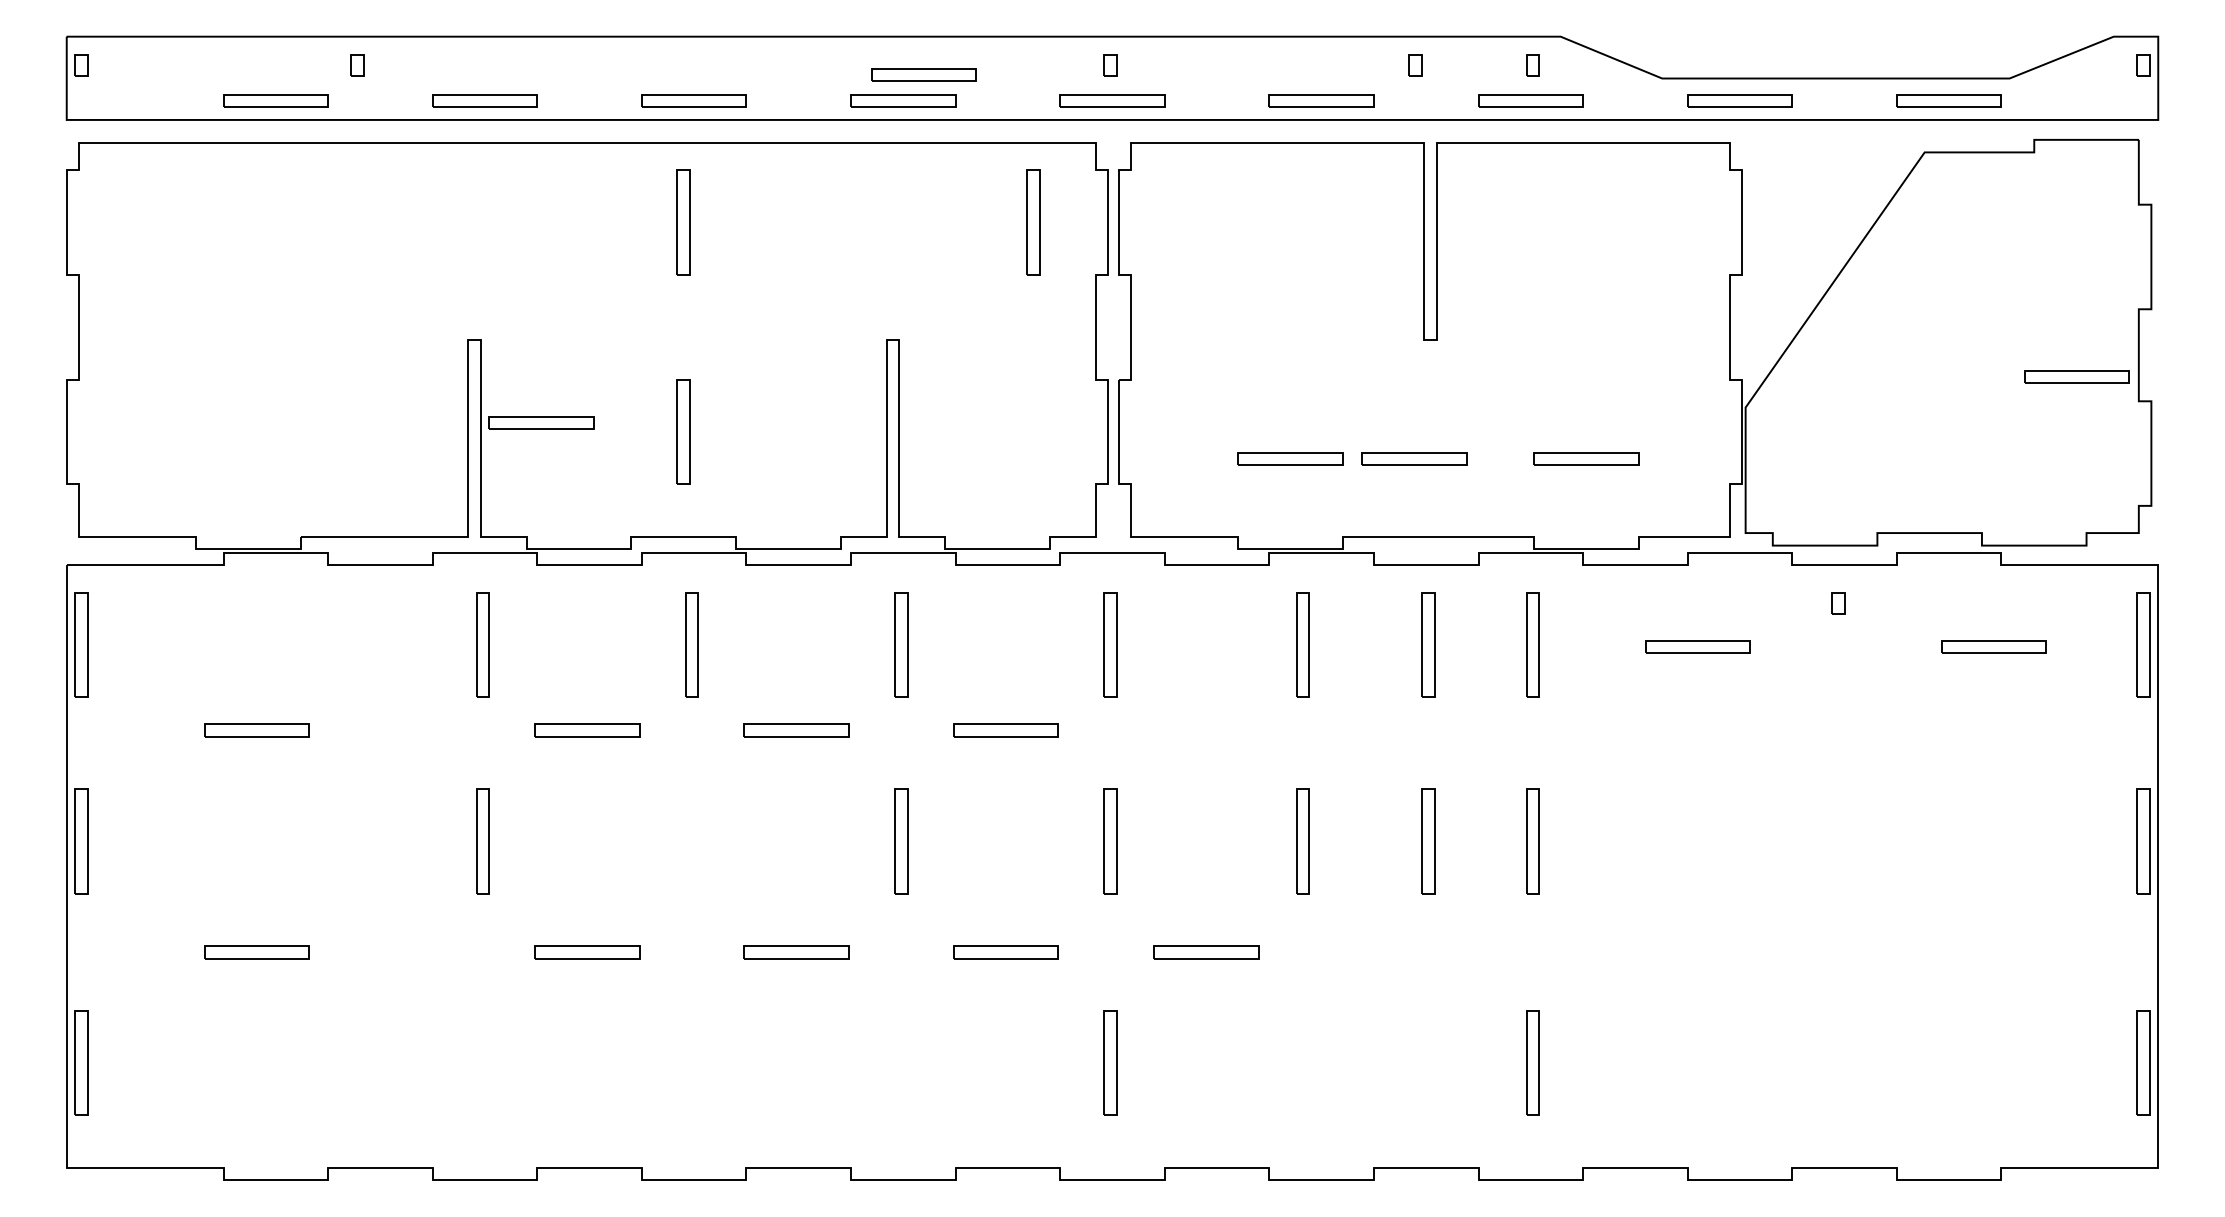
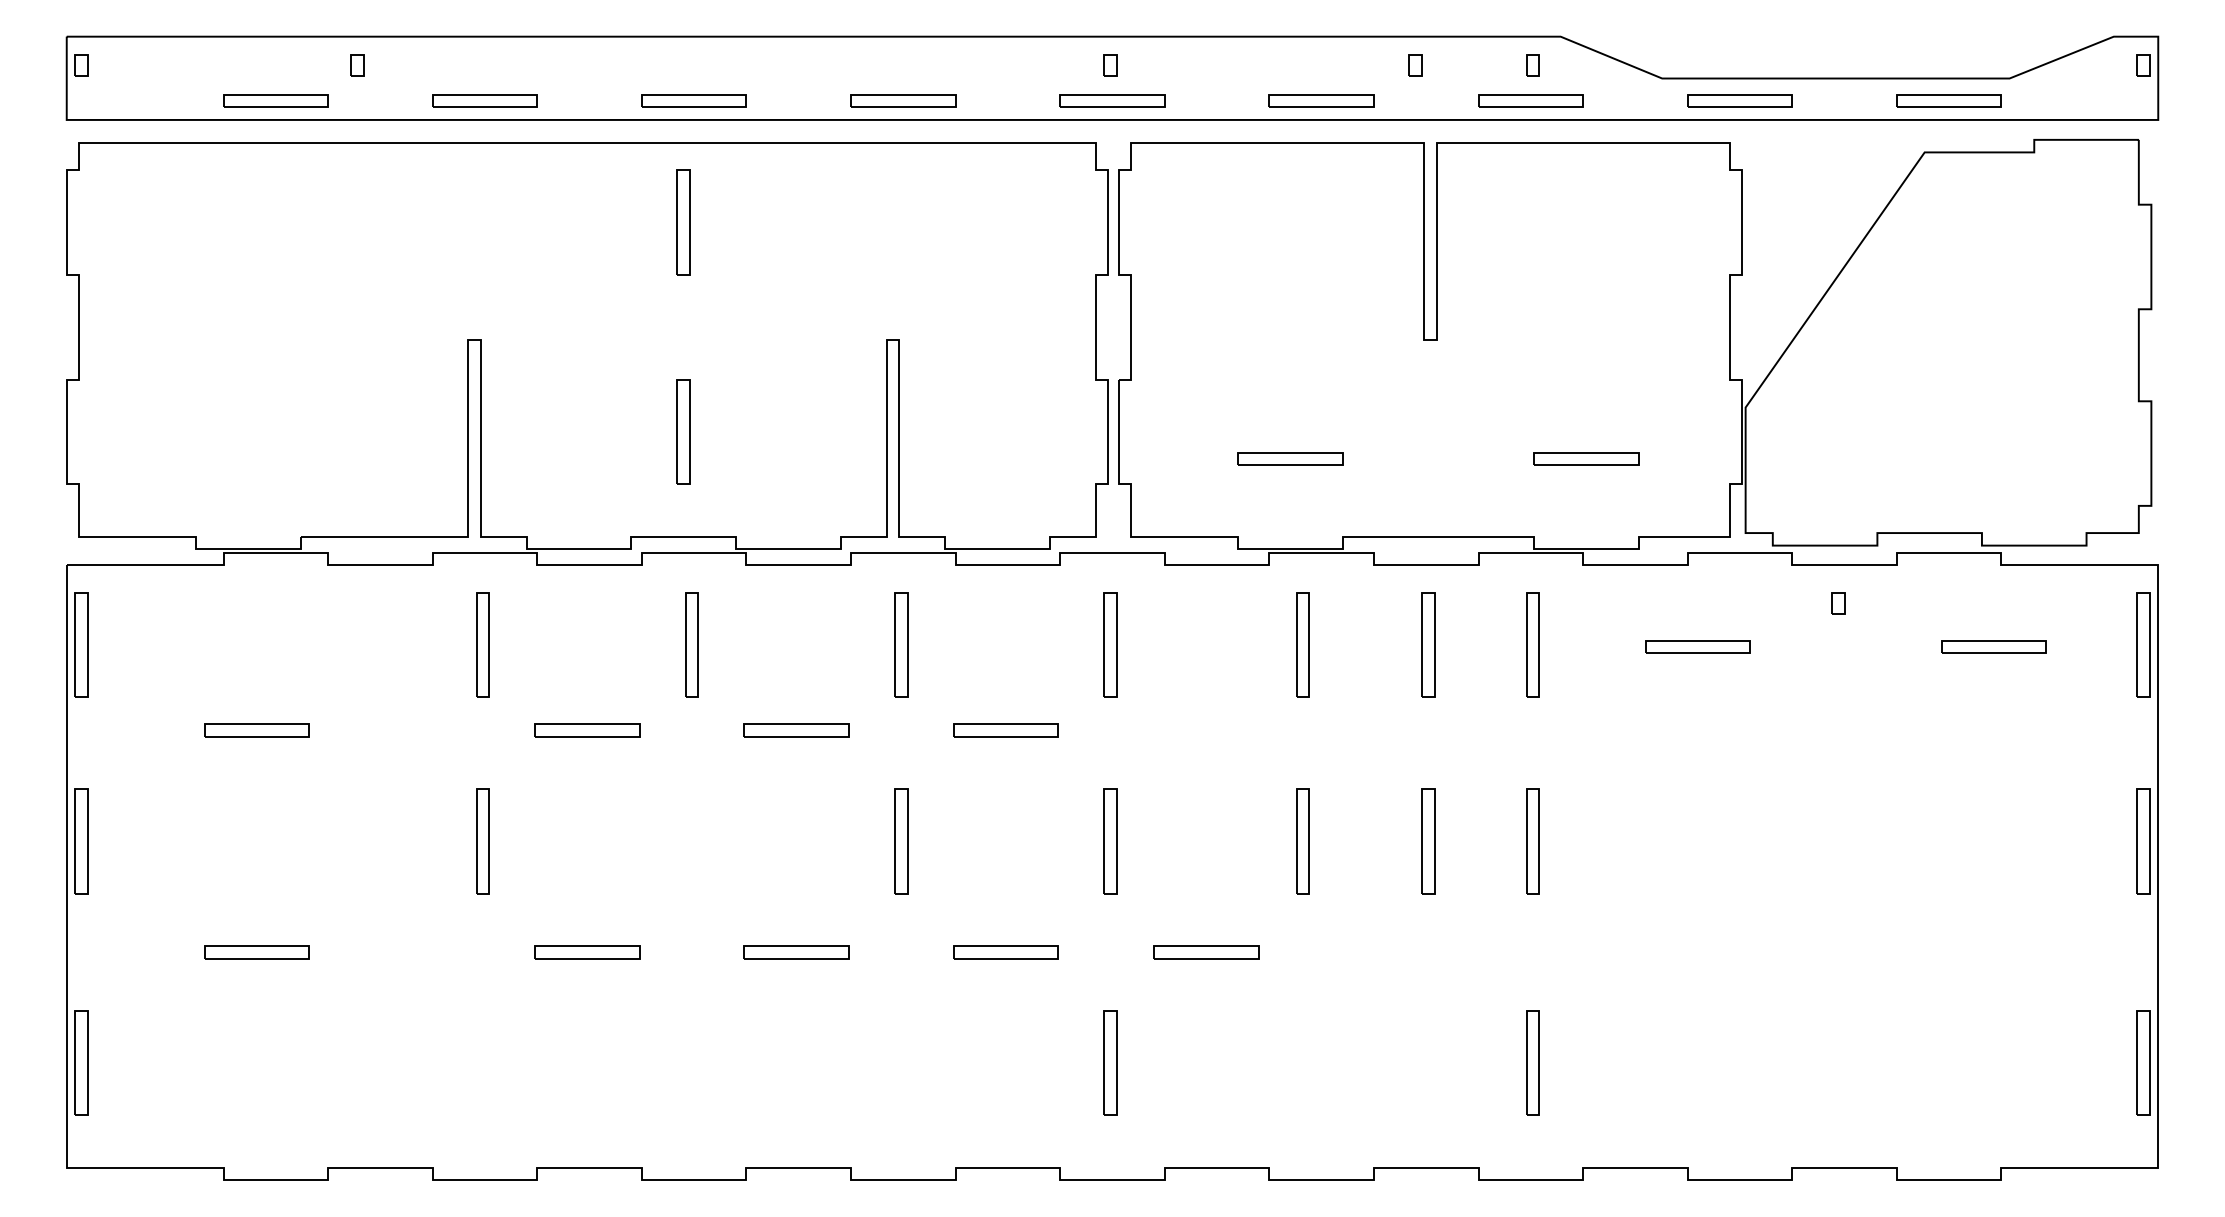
part at (923, 74): present -> none
part at (1033, 222): present -> none
part at (2076, 376): present -> none
part at (541, 422): present -> none
part at (1414, 458): present -> none
